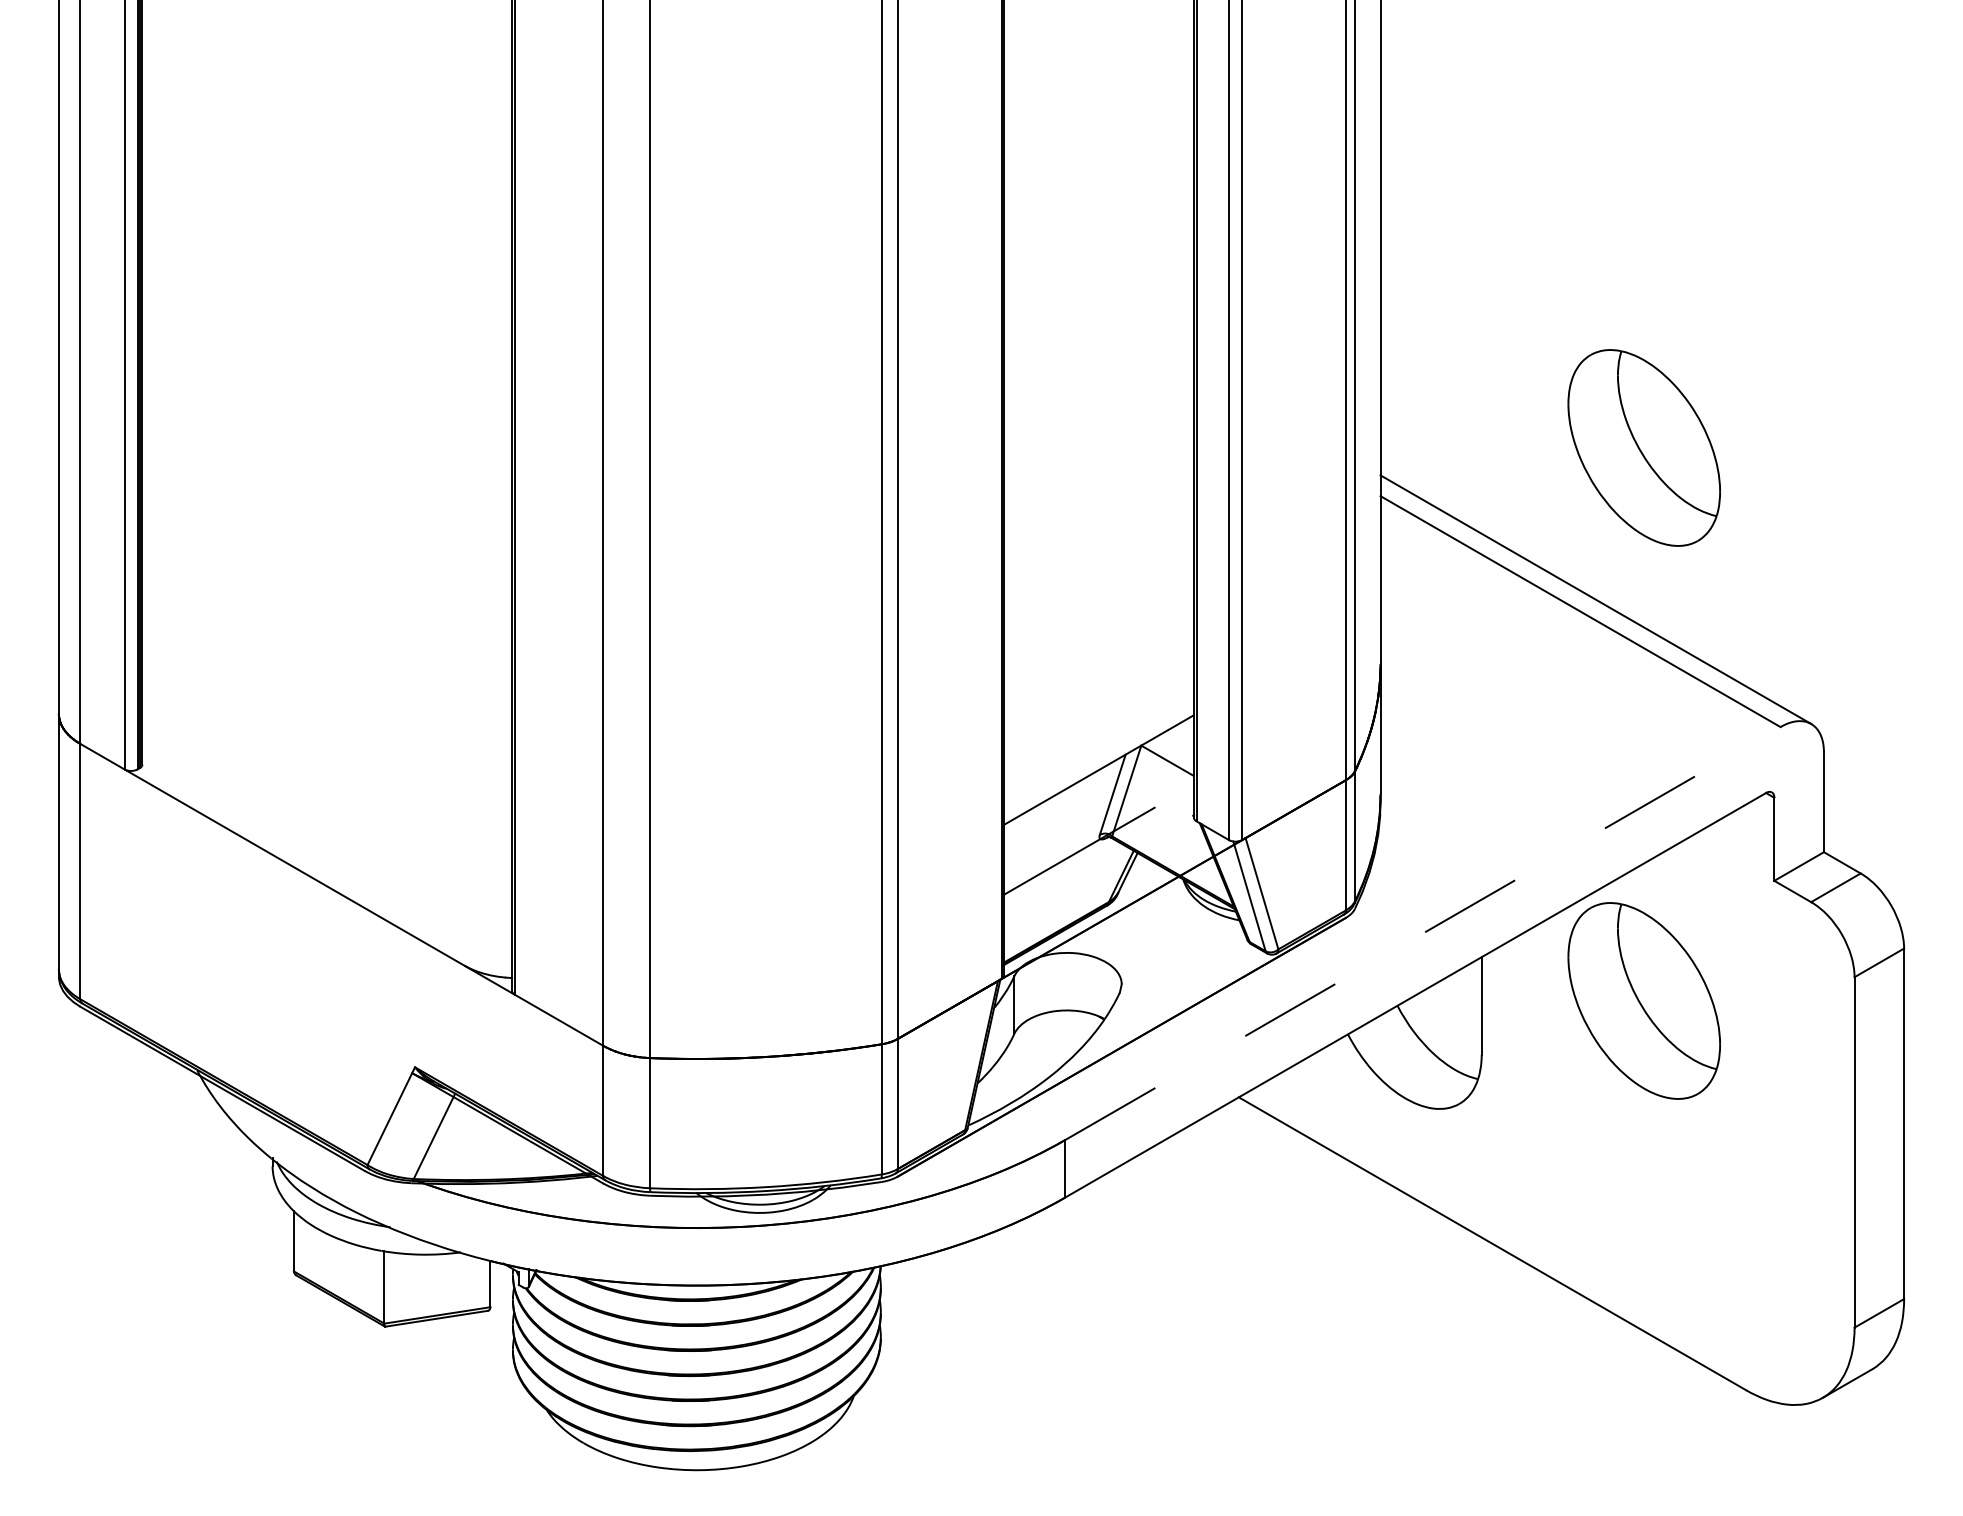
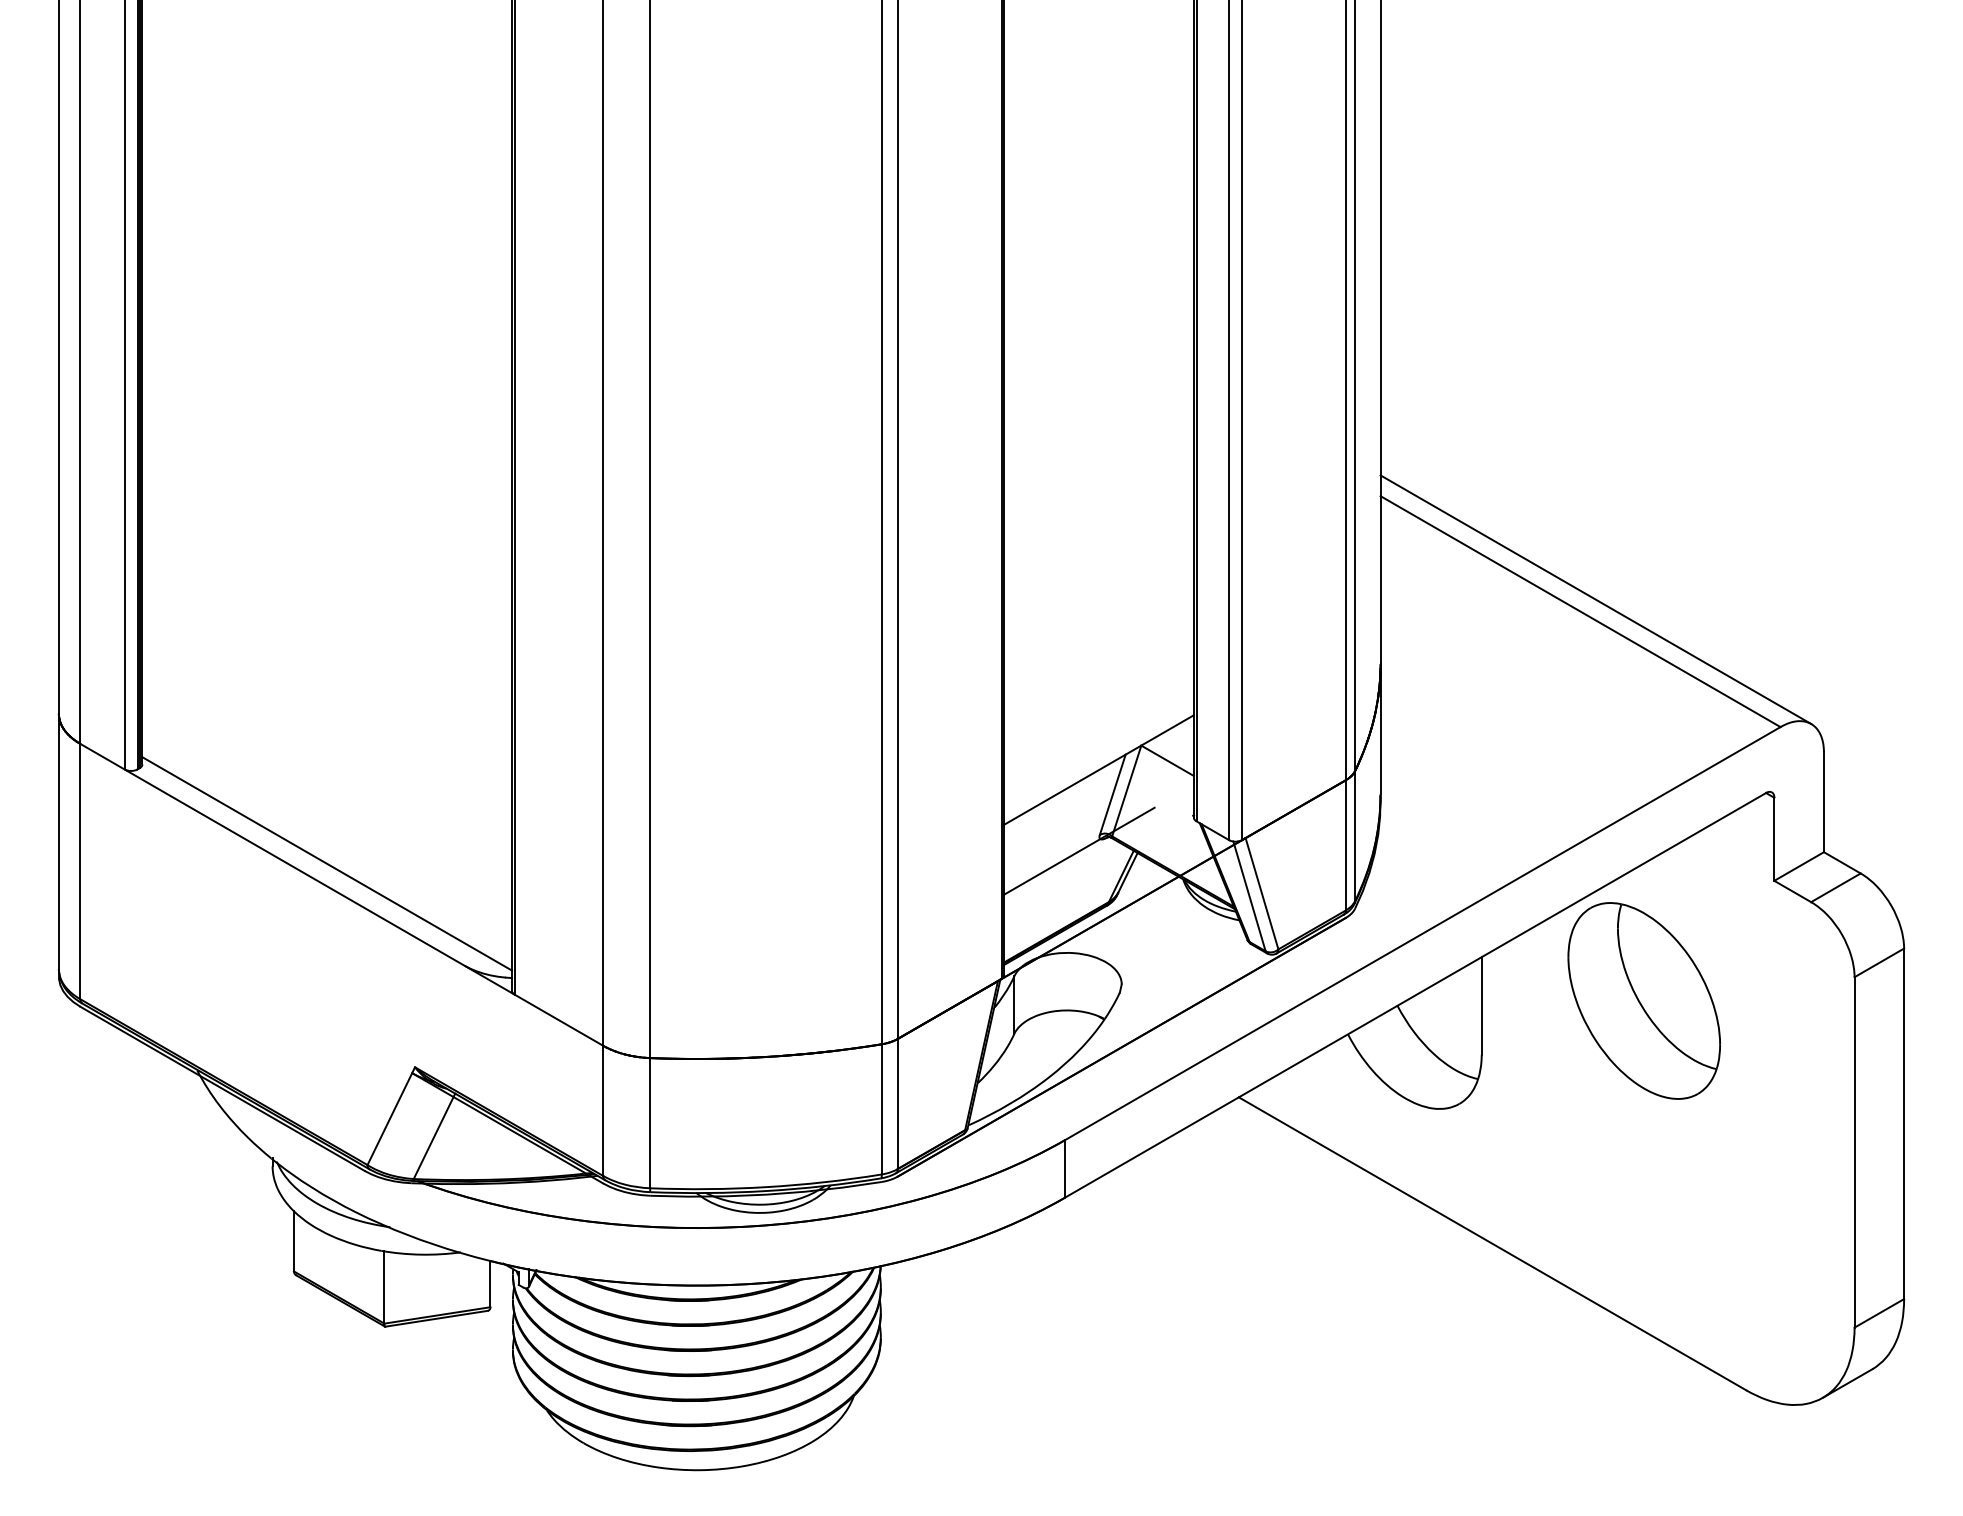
part at (1643, 447): present -> none
line at (327, 863): none -> present
line at (1423, 933): dashed -> solid
